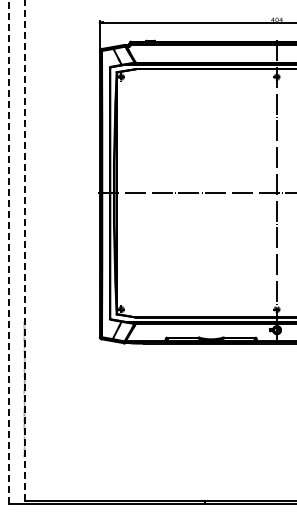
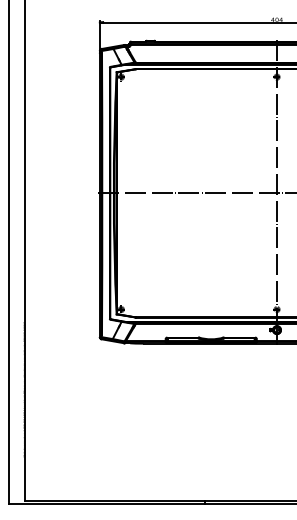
line at (25, 249): dashed -> solid
line at (8, 252): dashed -> solid
